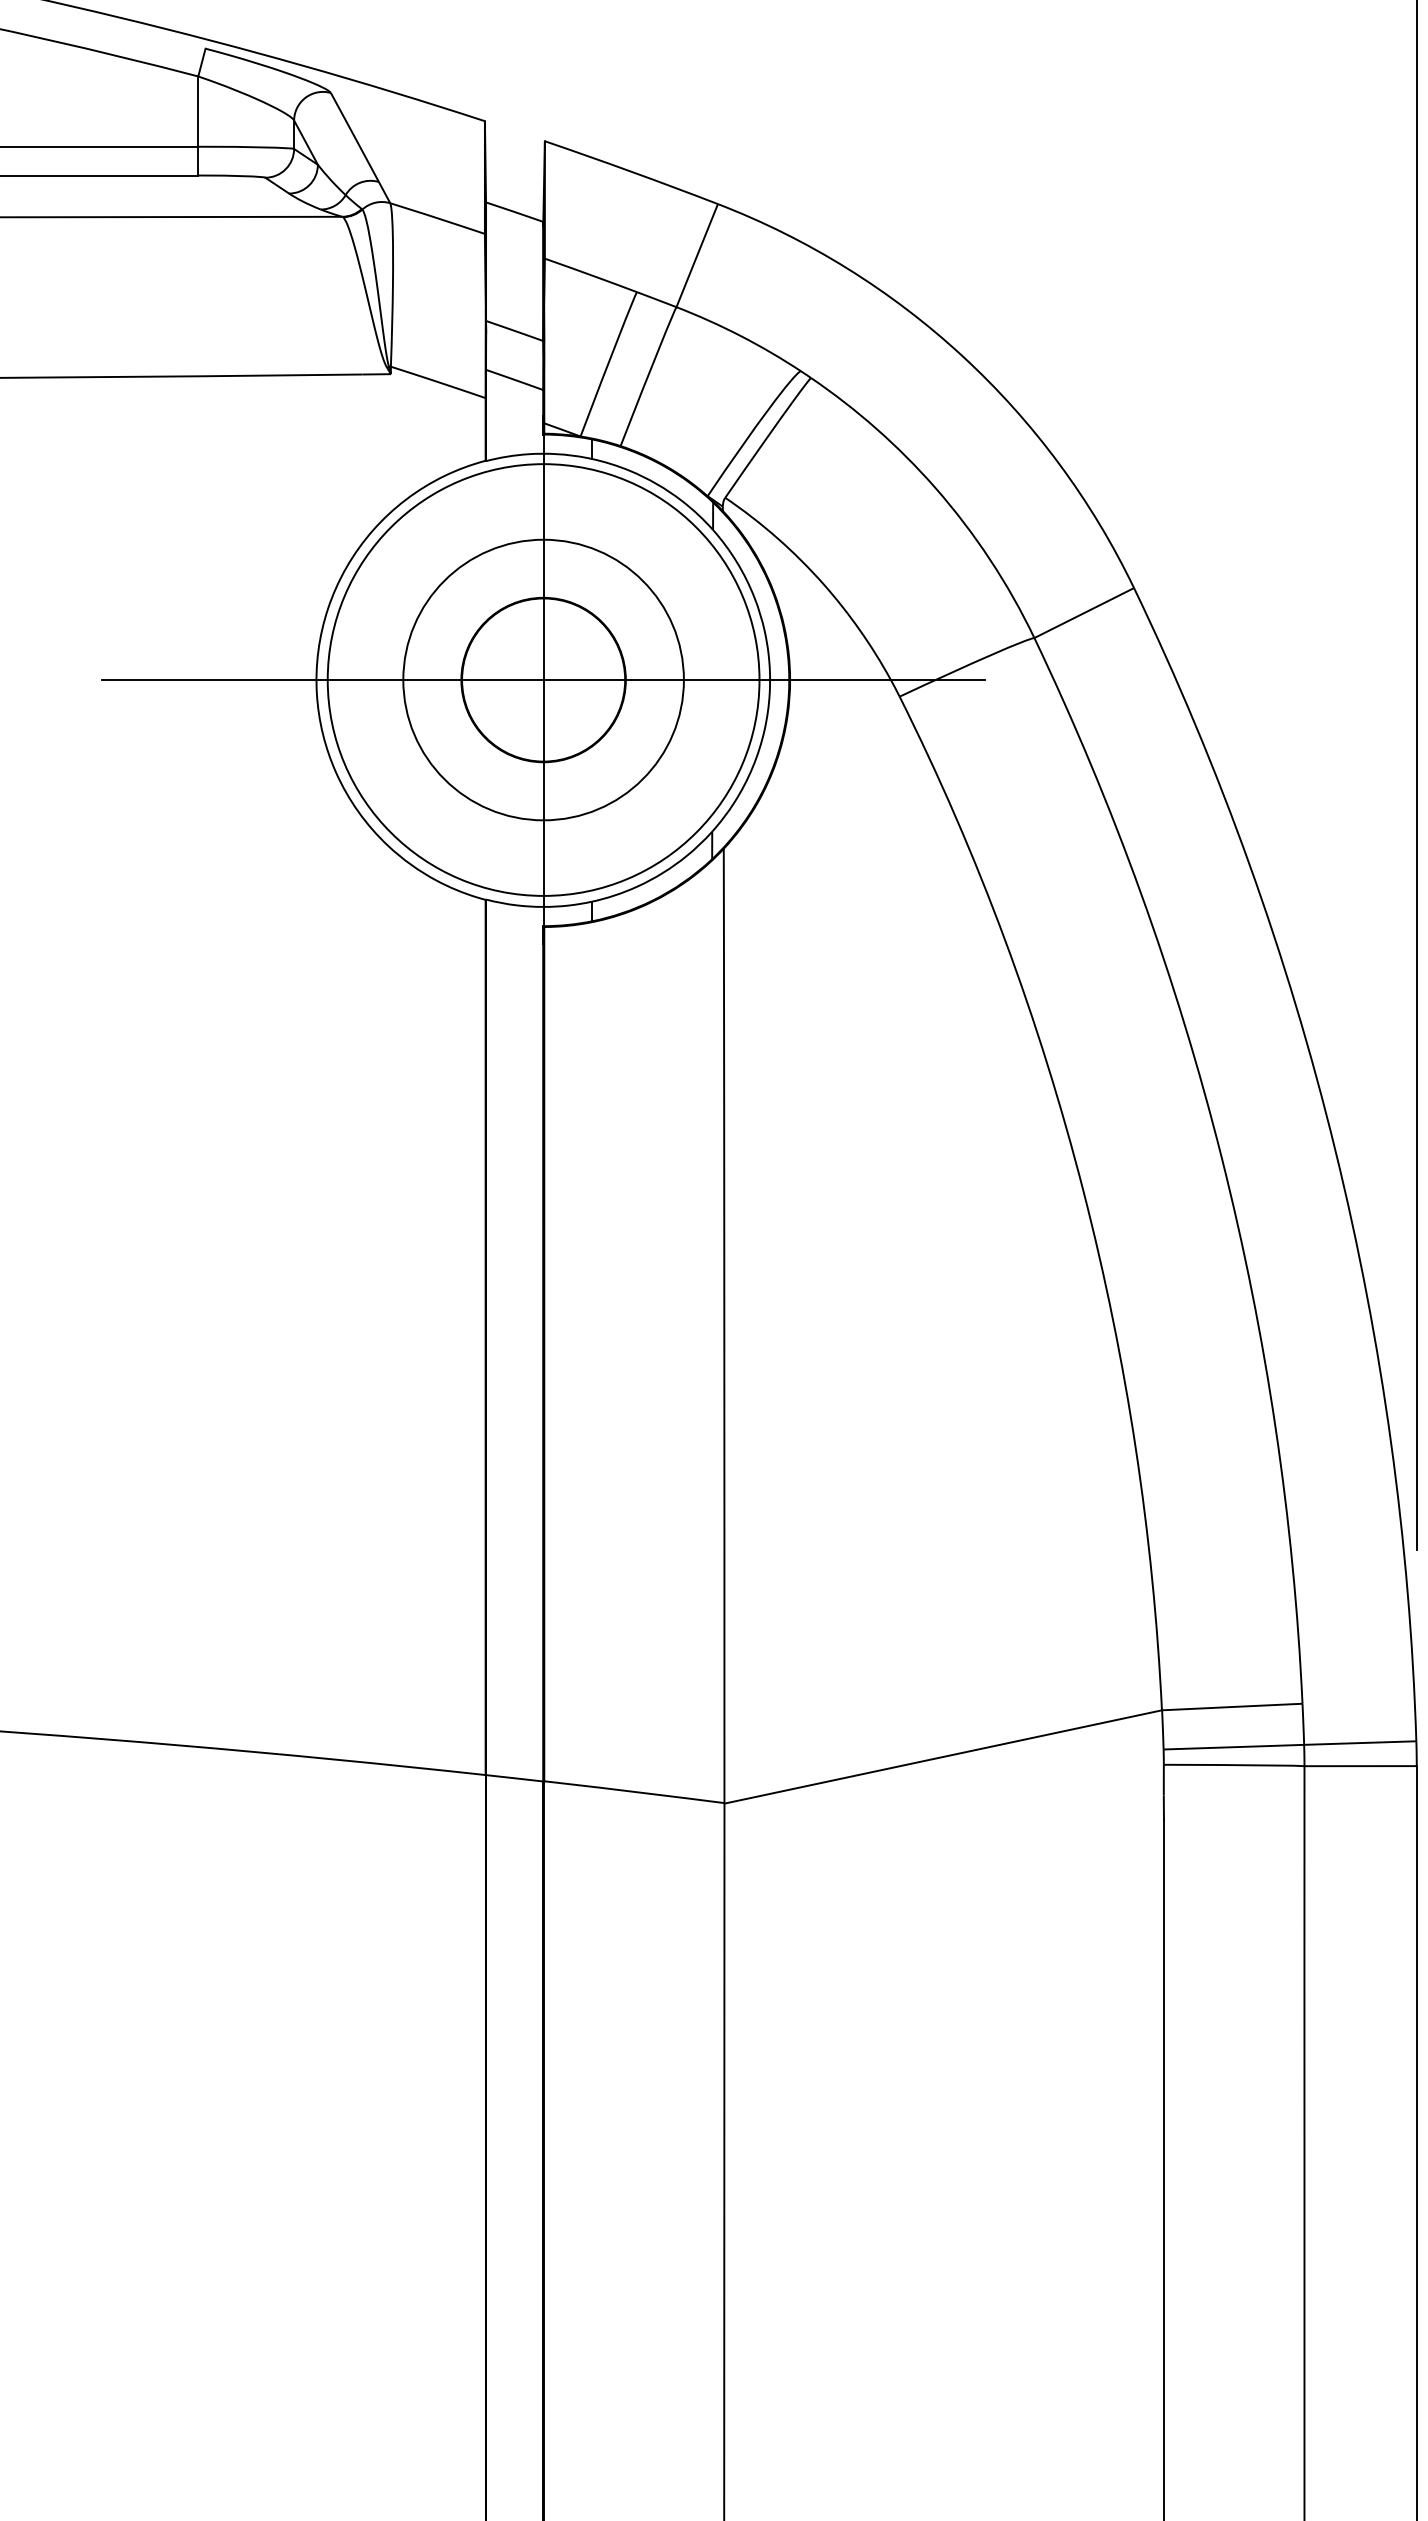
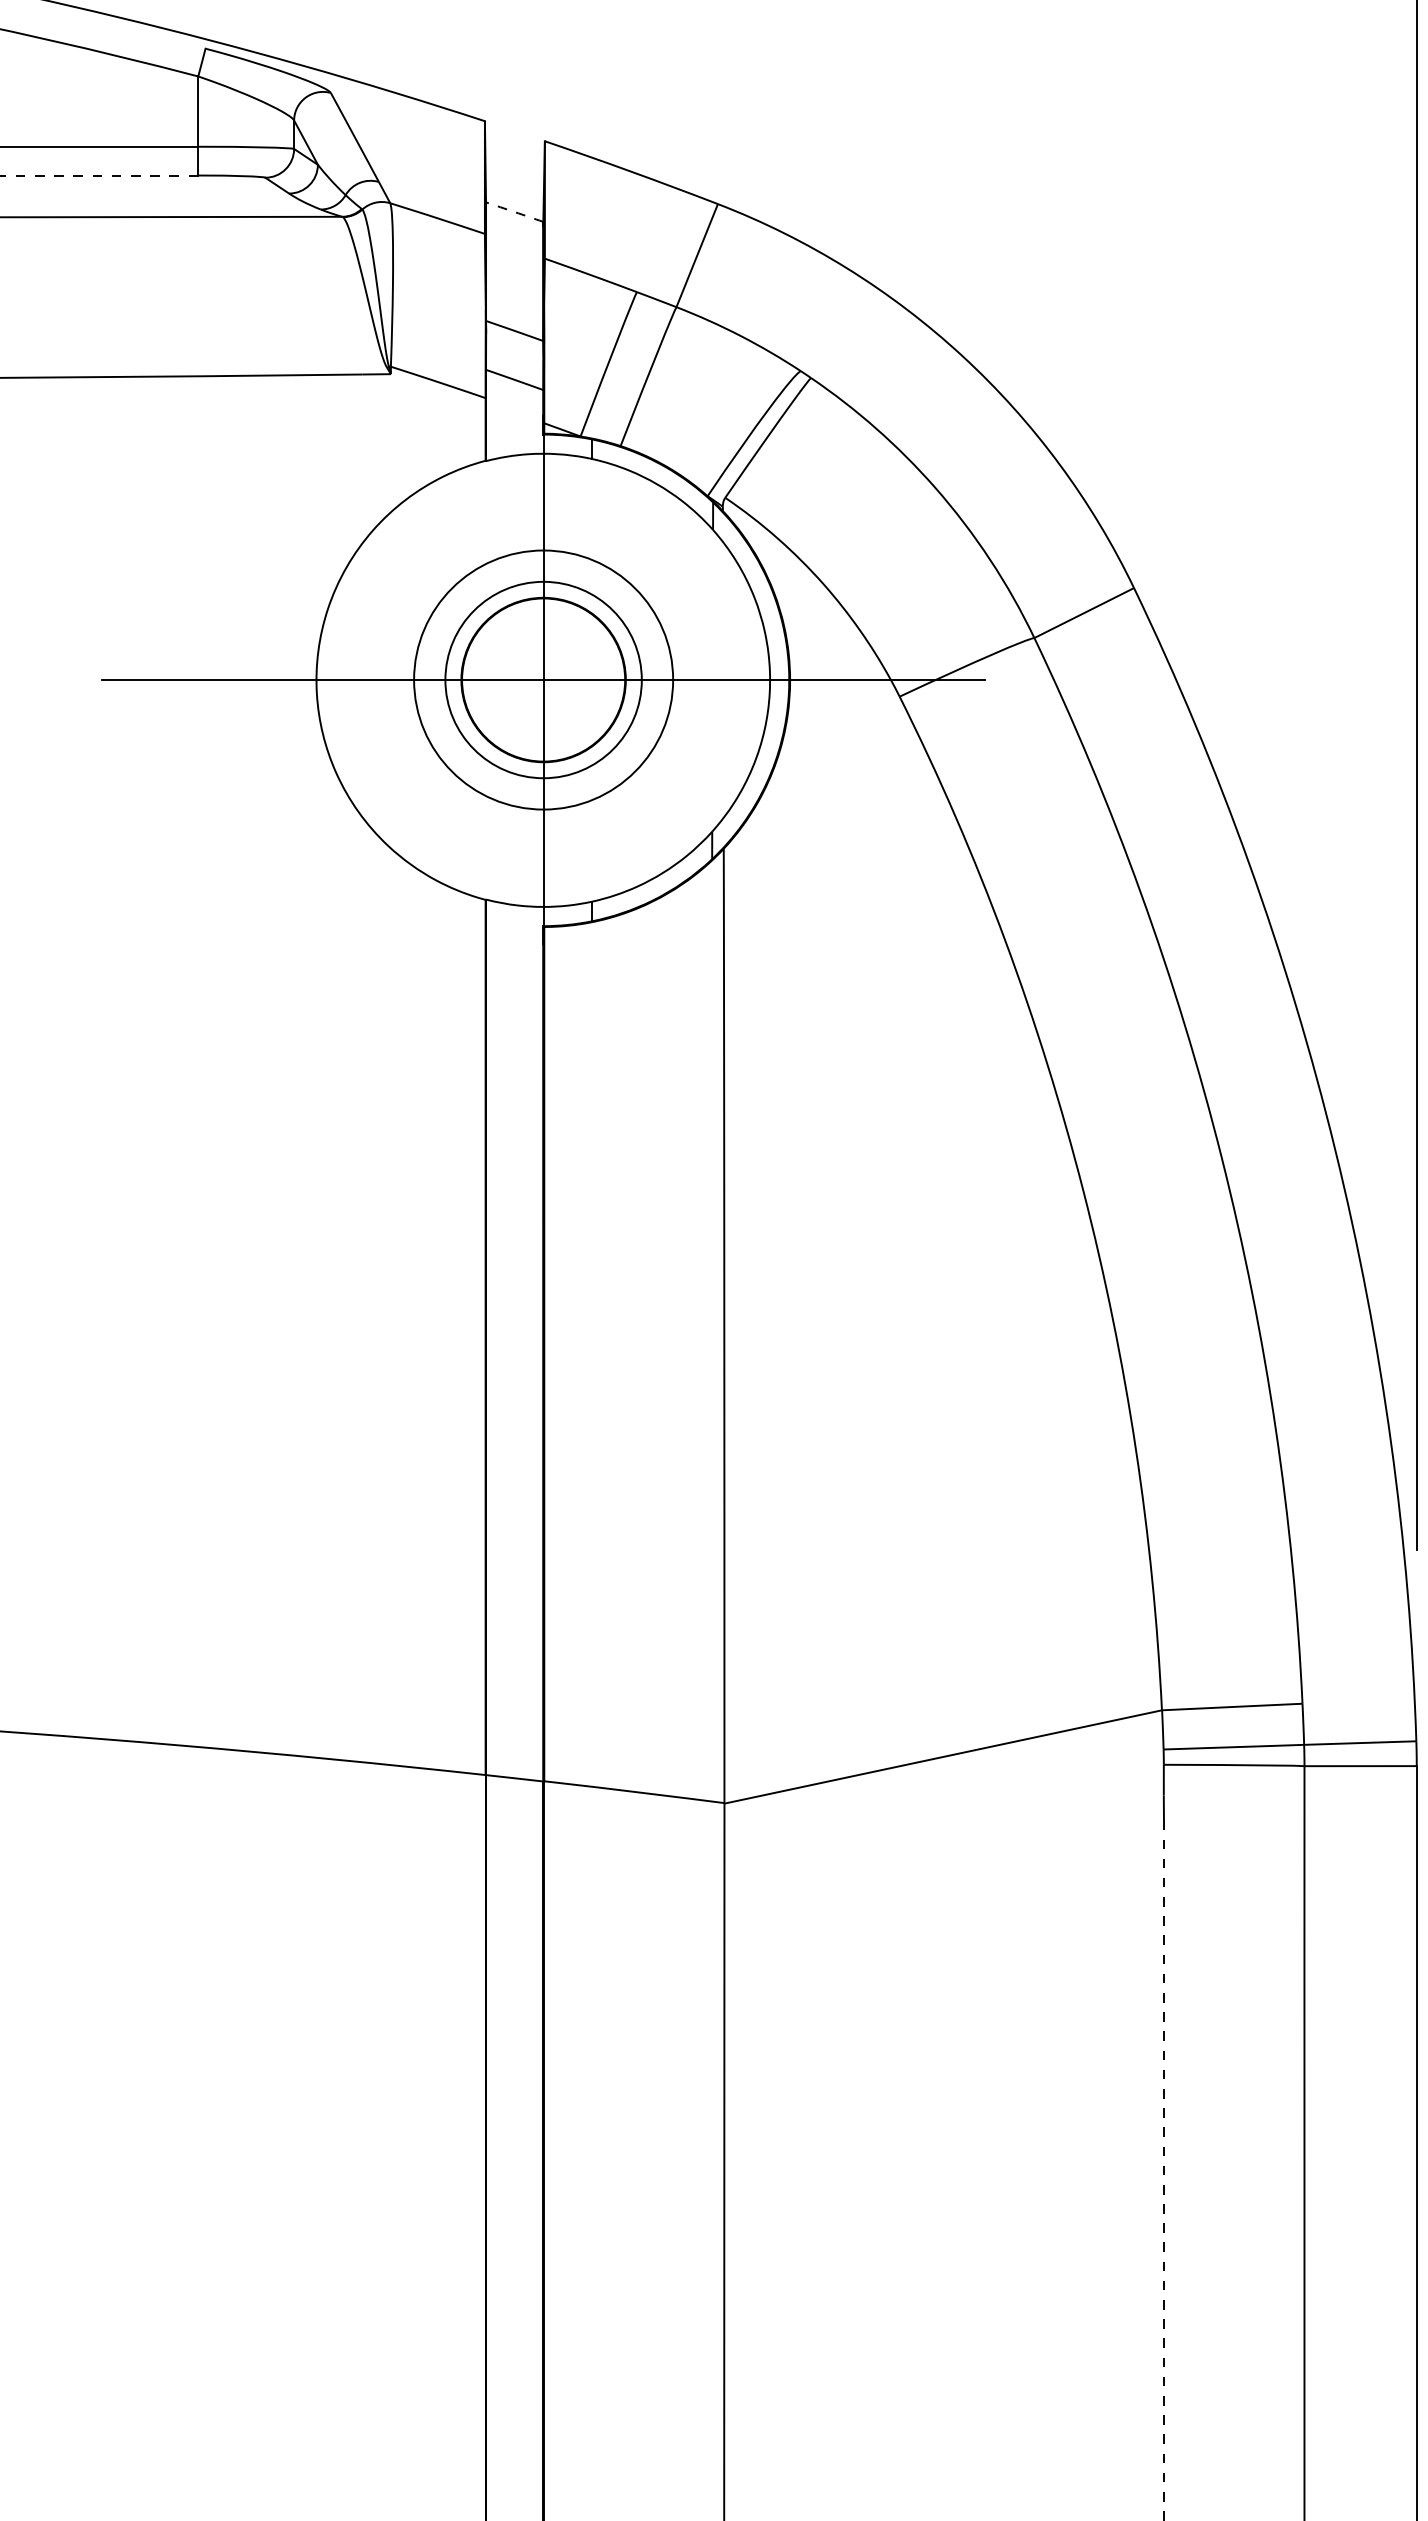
line at (99, 175): solid -> dashed
arc at (514, 212): solid -> dashed
circle at (543, 679) diameter: 281 px -> 196 px
circle at (543, 679) diameter: 432 px -> 259 px
line at (1163, 2170): solid -> dashed
